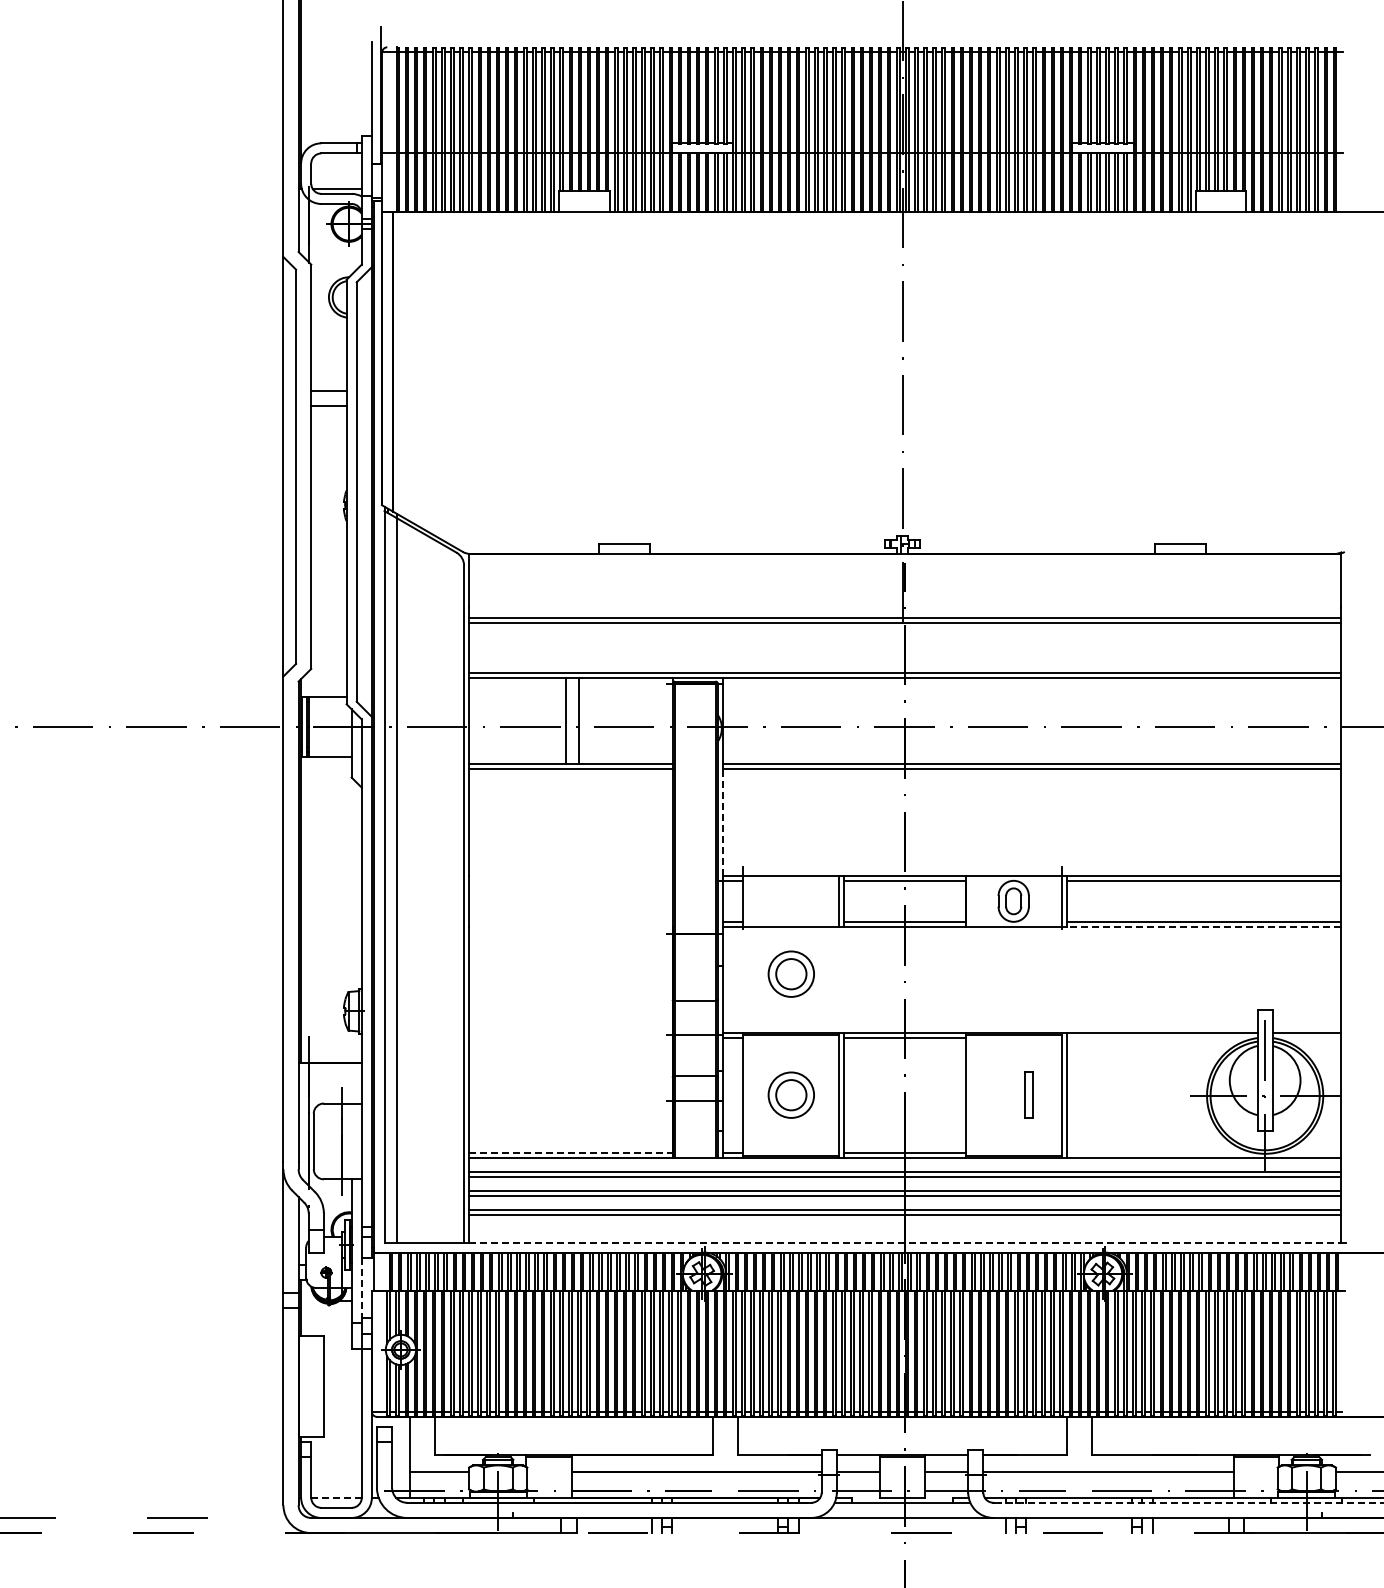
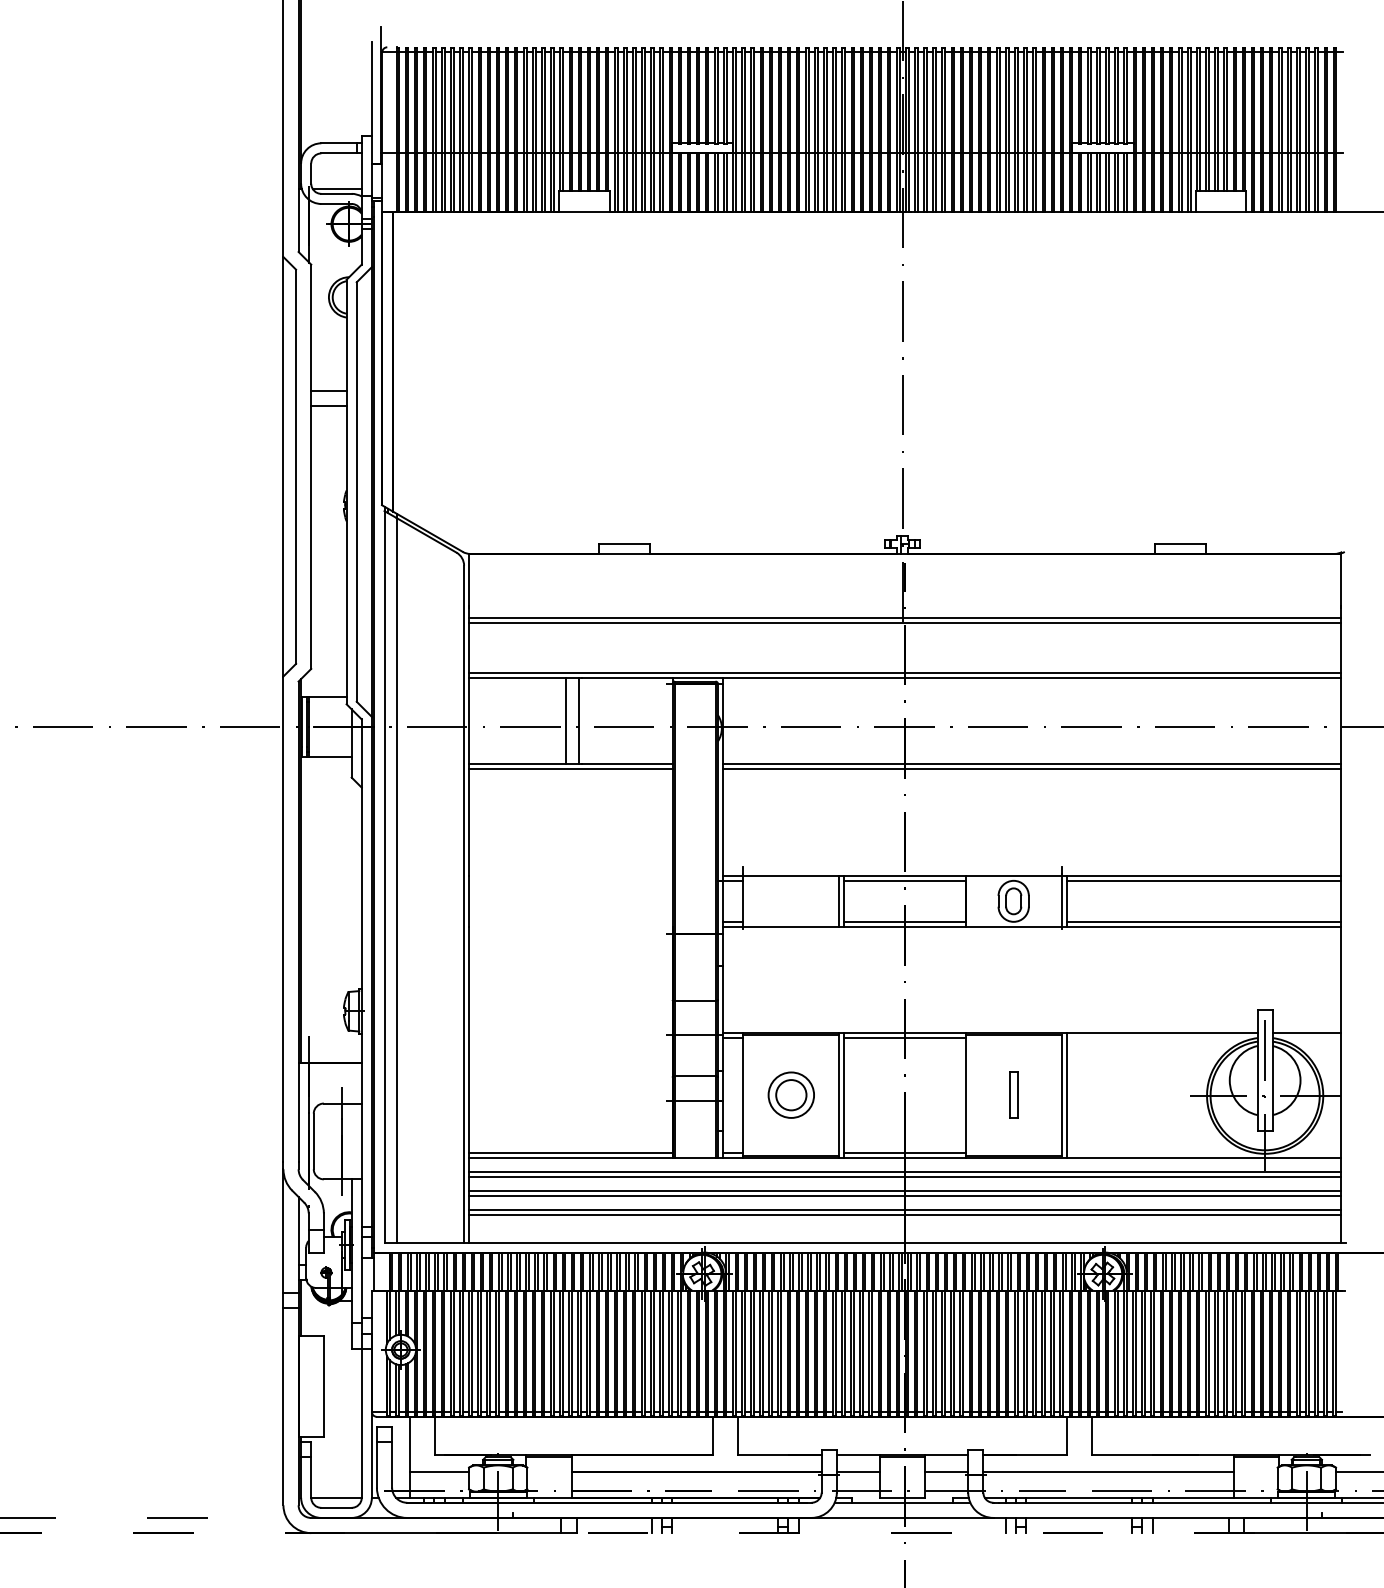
line at (723, 822): dashed -> solid
line at (1203, 926): dashed -> solid
part at (790, 973): present -> none
part at (1028, 1094) position: (1028, 1094) -> (1013, 1094)
line at (570, 1152): dashed -> solid
line at (905, 1242): dashed -> solid
line at (361, 1288): dashed -> solid
line at (336, 1497): dashed -> solid
line at (1191, 1502): dashed -> solid
